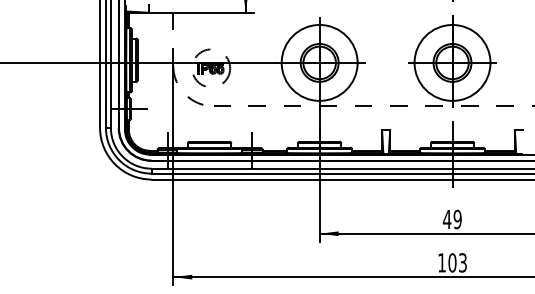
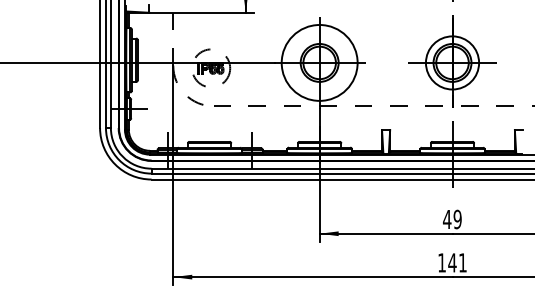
circle at (452, 62) diameter: 76 px -> 53 px
text at (457, 262): 103 -> 141
